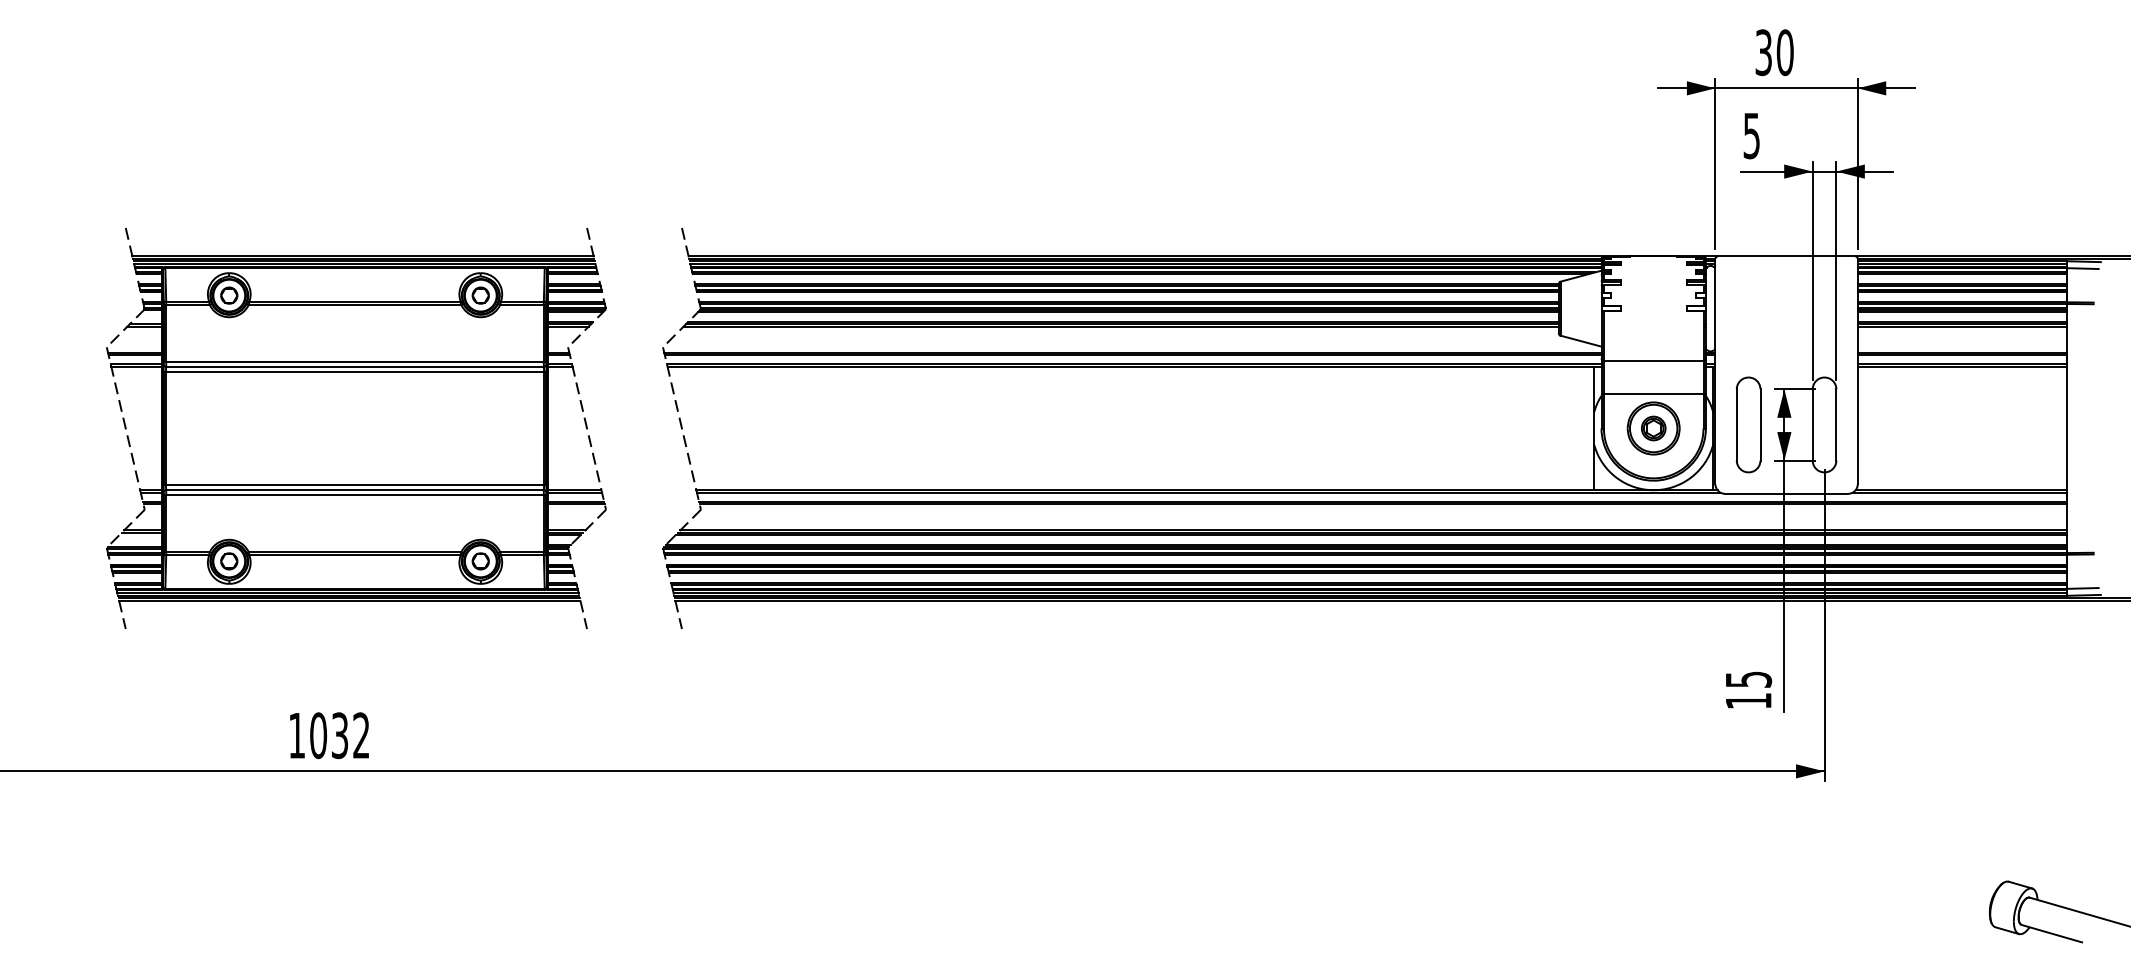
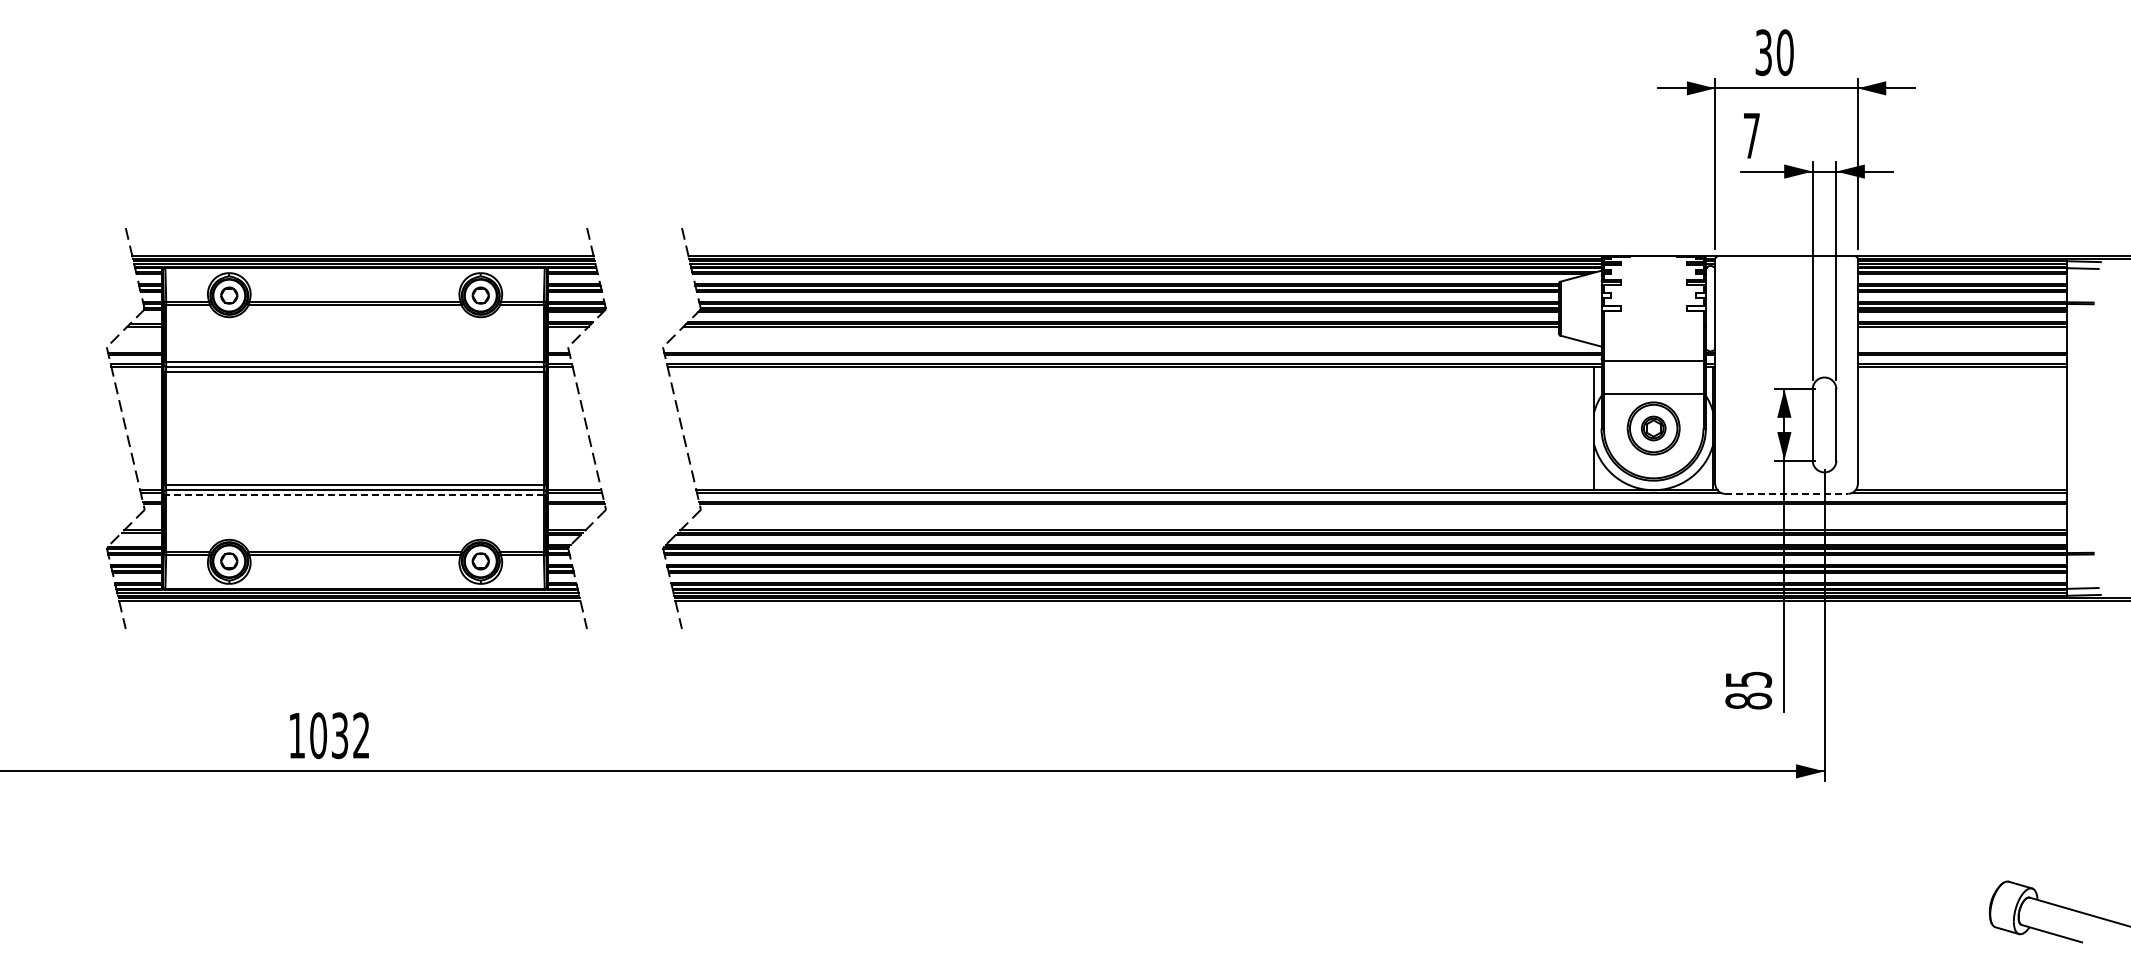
text at (1751, 136): 5 -> 7
part at (1748, 424): present -> none
line at (1786, 493): solid -> dashed
line at (355, 494): solid -> dashed
text at (1748, 700): 15 -> 85
